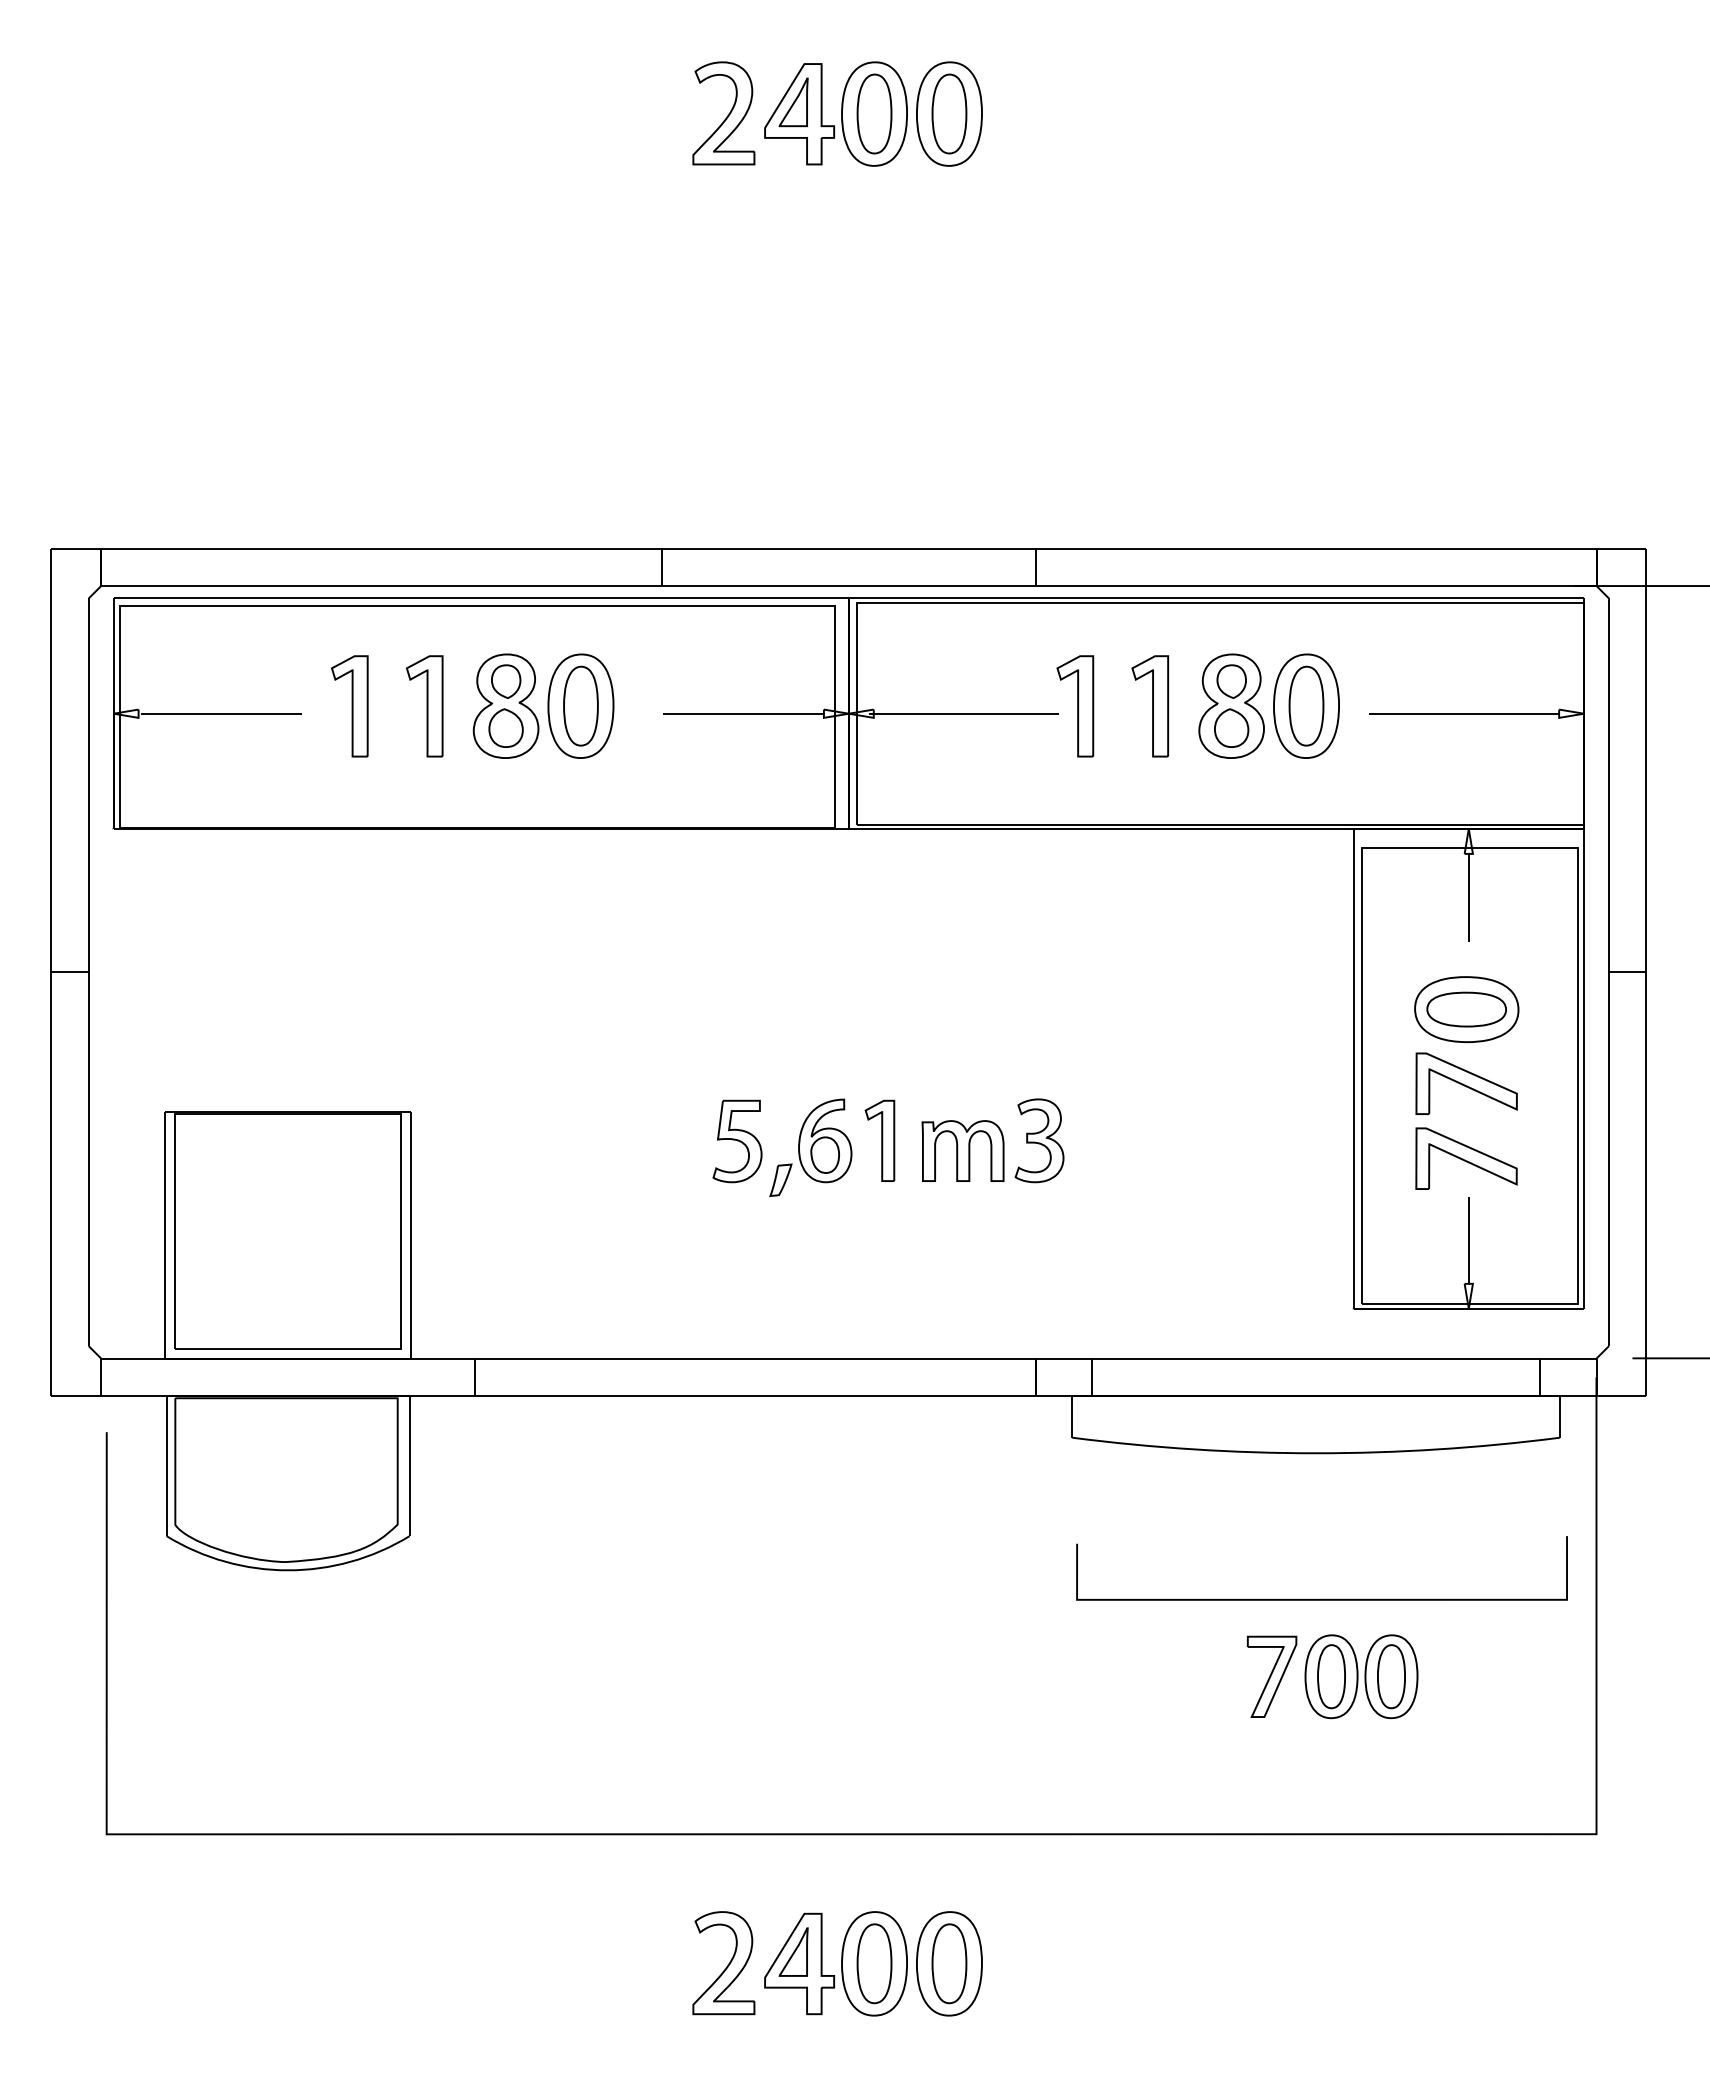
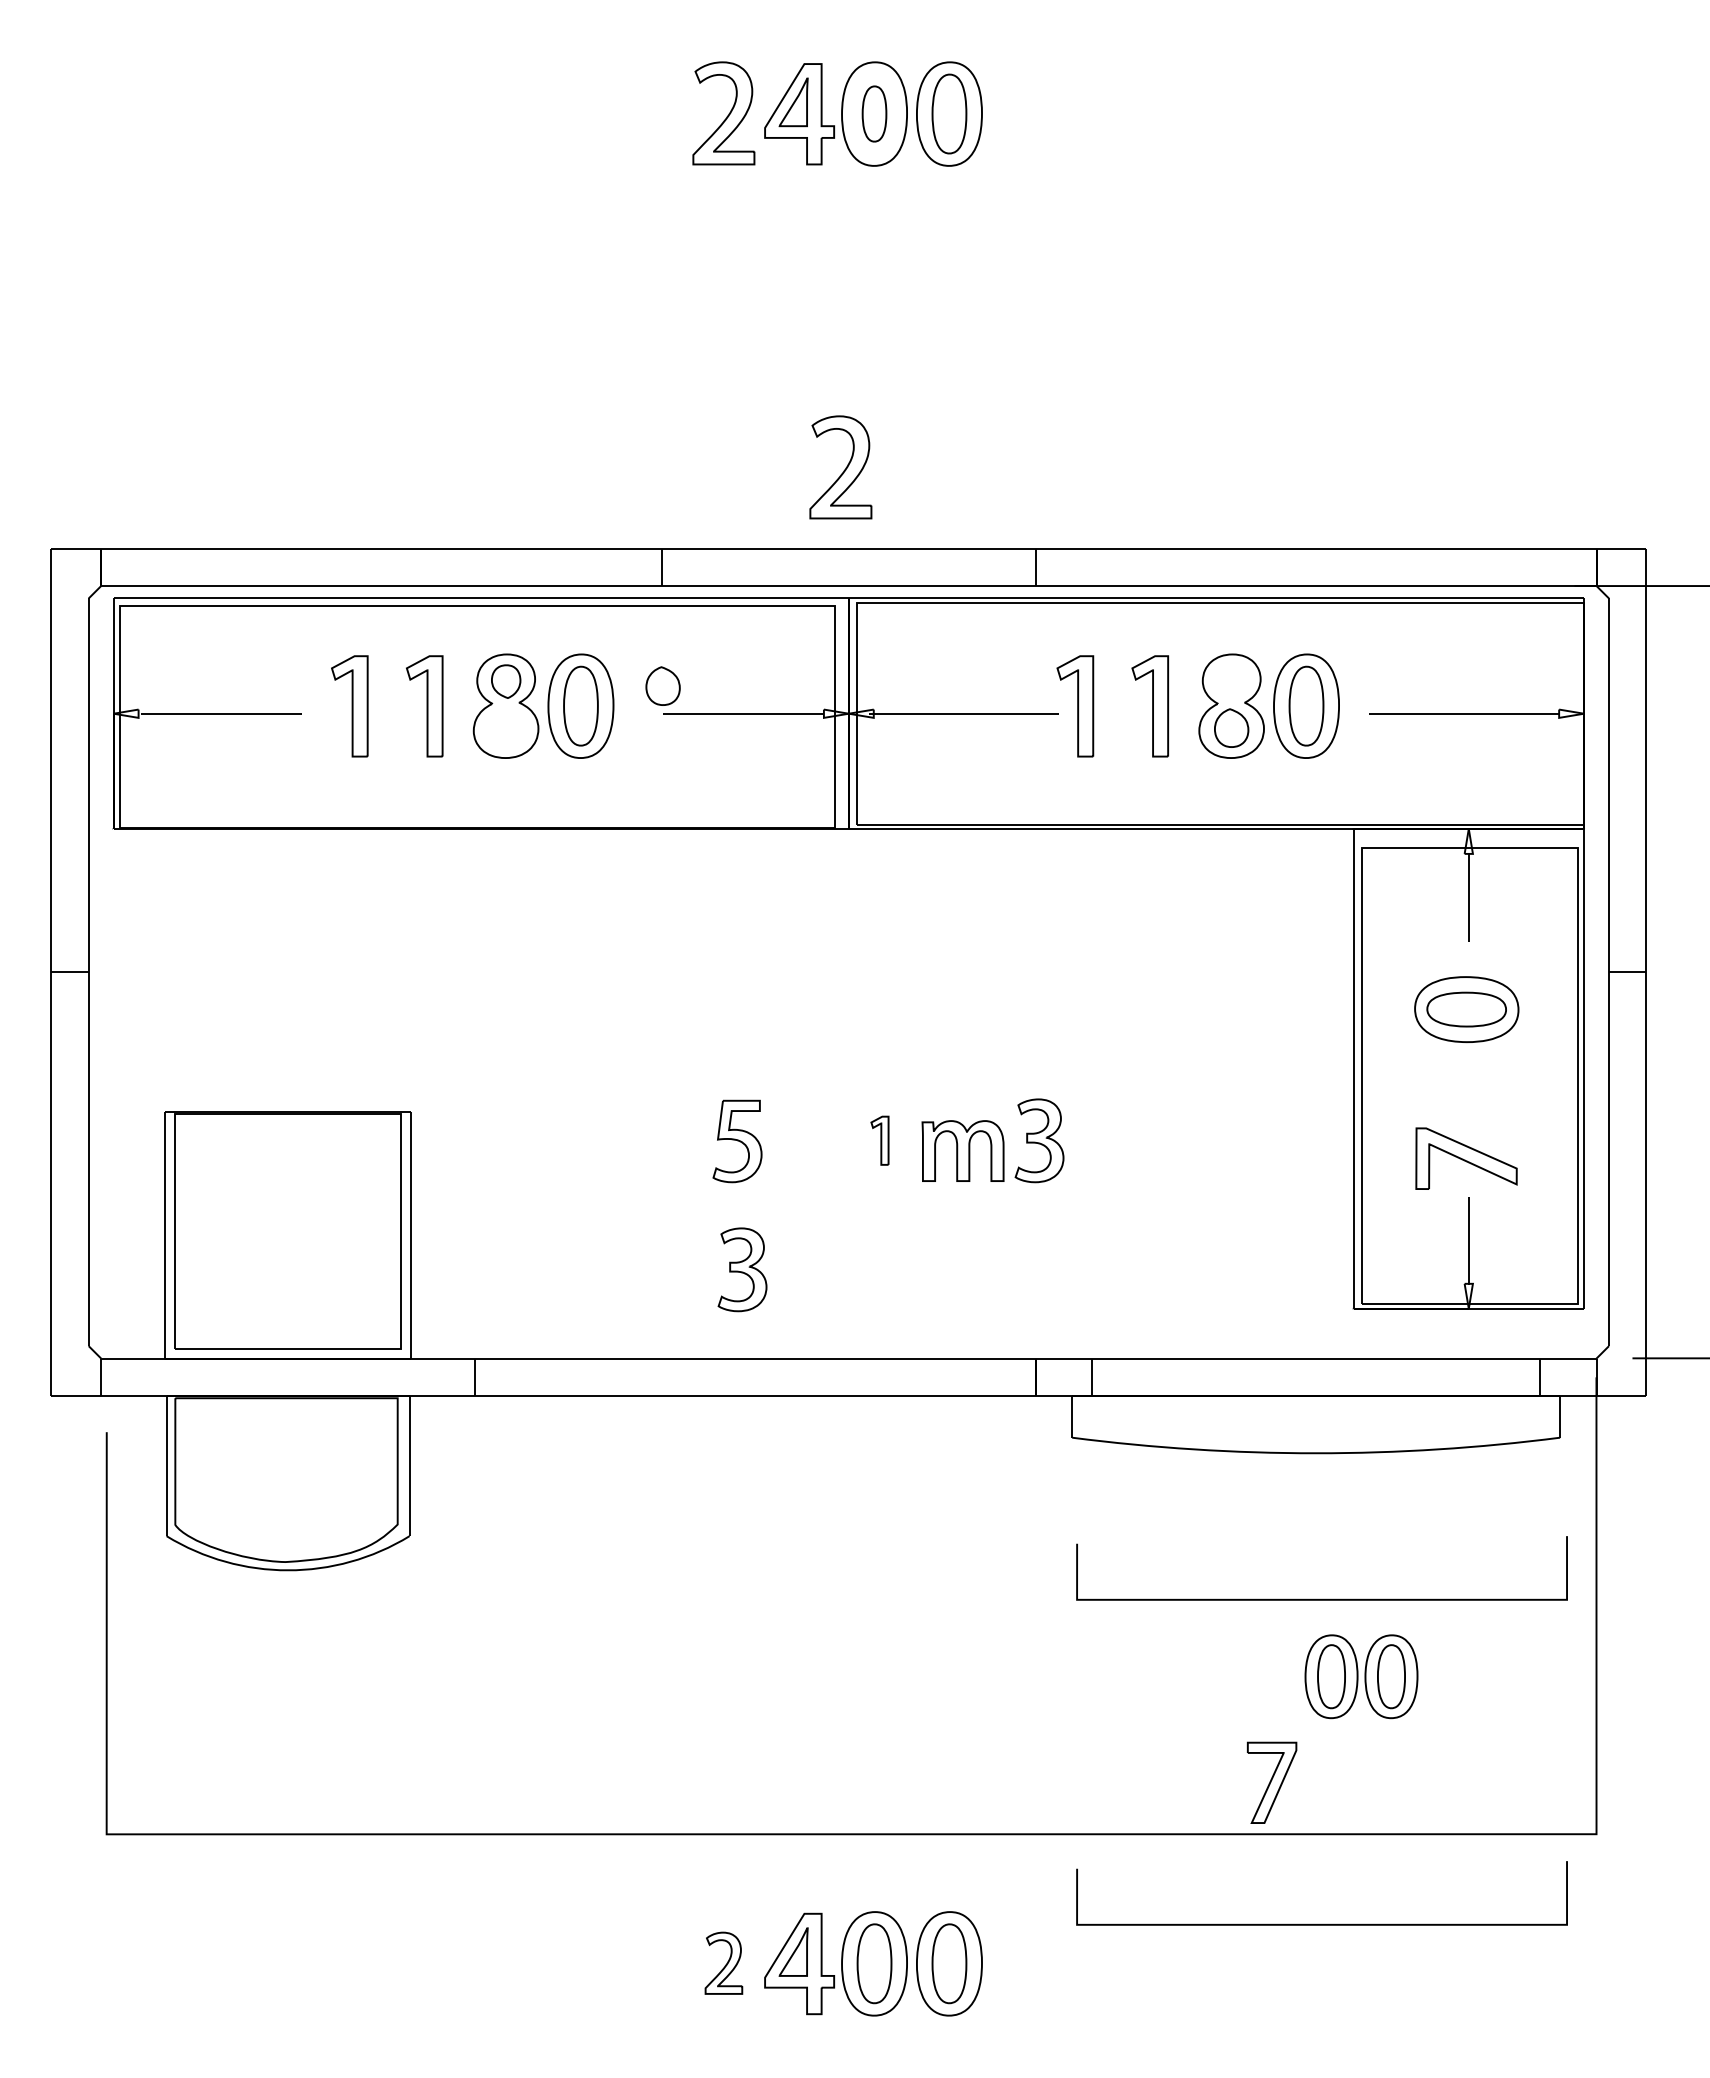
part at (874, 113) size: 37x82 px -> 27x58 px
part at (840, 467): none -> present
part at (1231, 681): present -> none
part at (505, 727) position: (505, 727) -> (662, 685)
part at (1466, 1083): present -> none
part at (879, 1140) size: 32x83 px -> 20x51 px
part at (810, 1147): present -> none
part at (742, 1269): none -> present
part at (1272, 1676) position: (1272, 1676) -> (1272, 1782)
curve at (1321, 1923): none -> present
part at (723, 1963) size: 64x105 px -> 40x64 px
